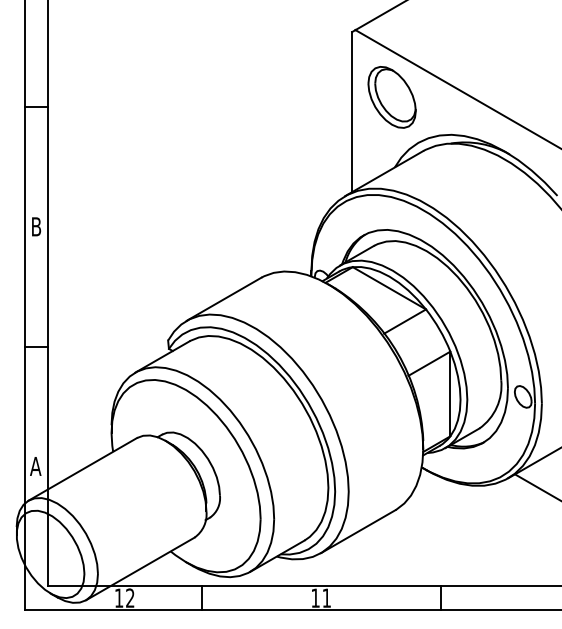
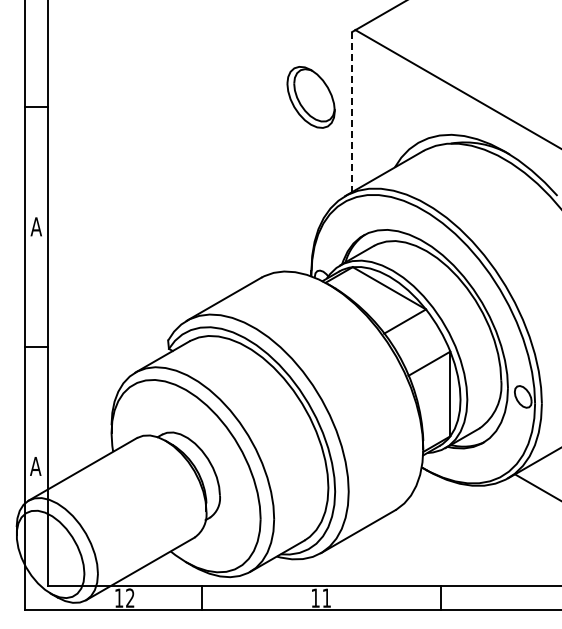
part at (391, 97) position: (391, 97) -> (310, 97)
line at (352, 112): solid -> dashed
text at (35, 226): B -> A
